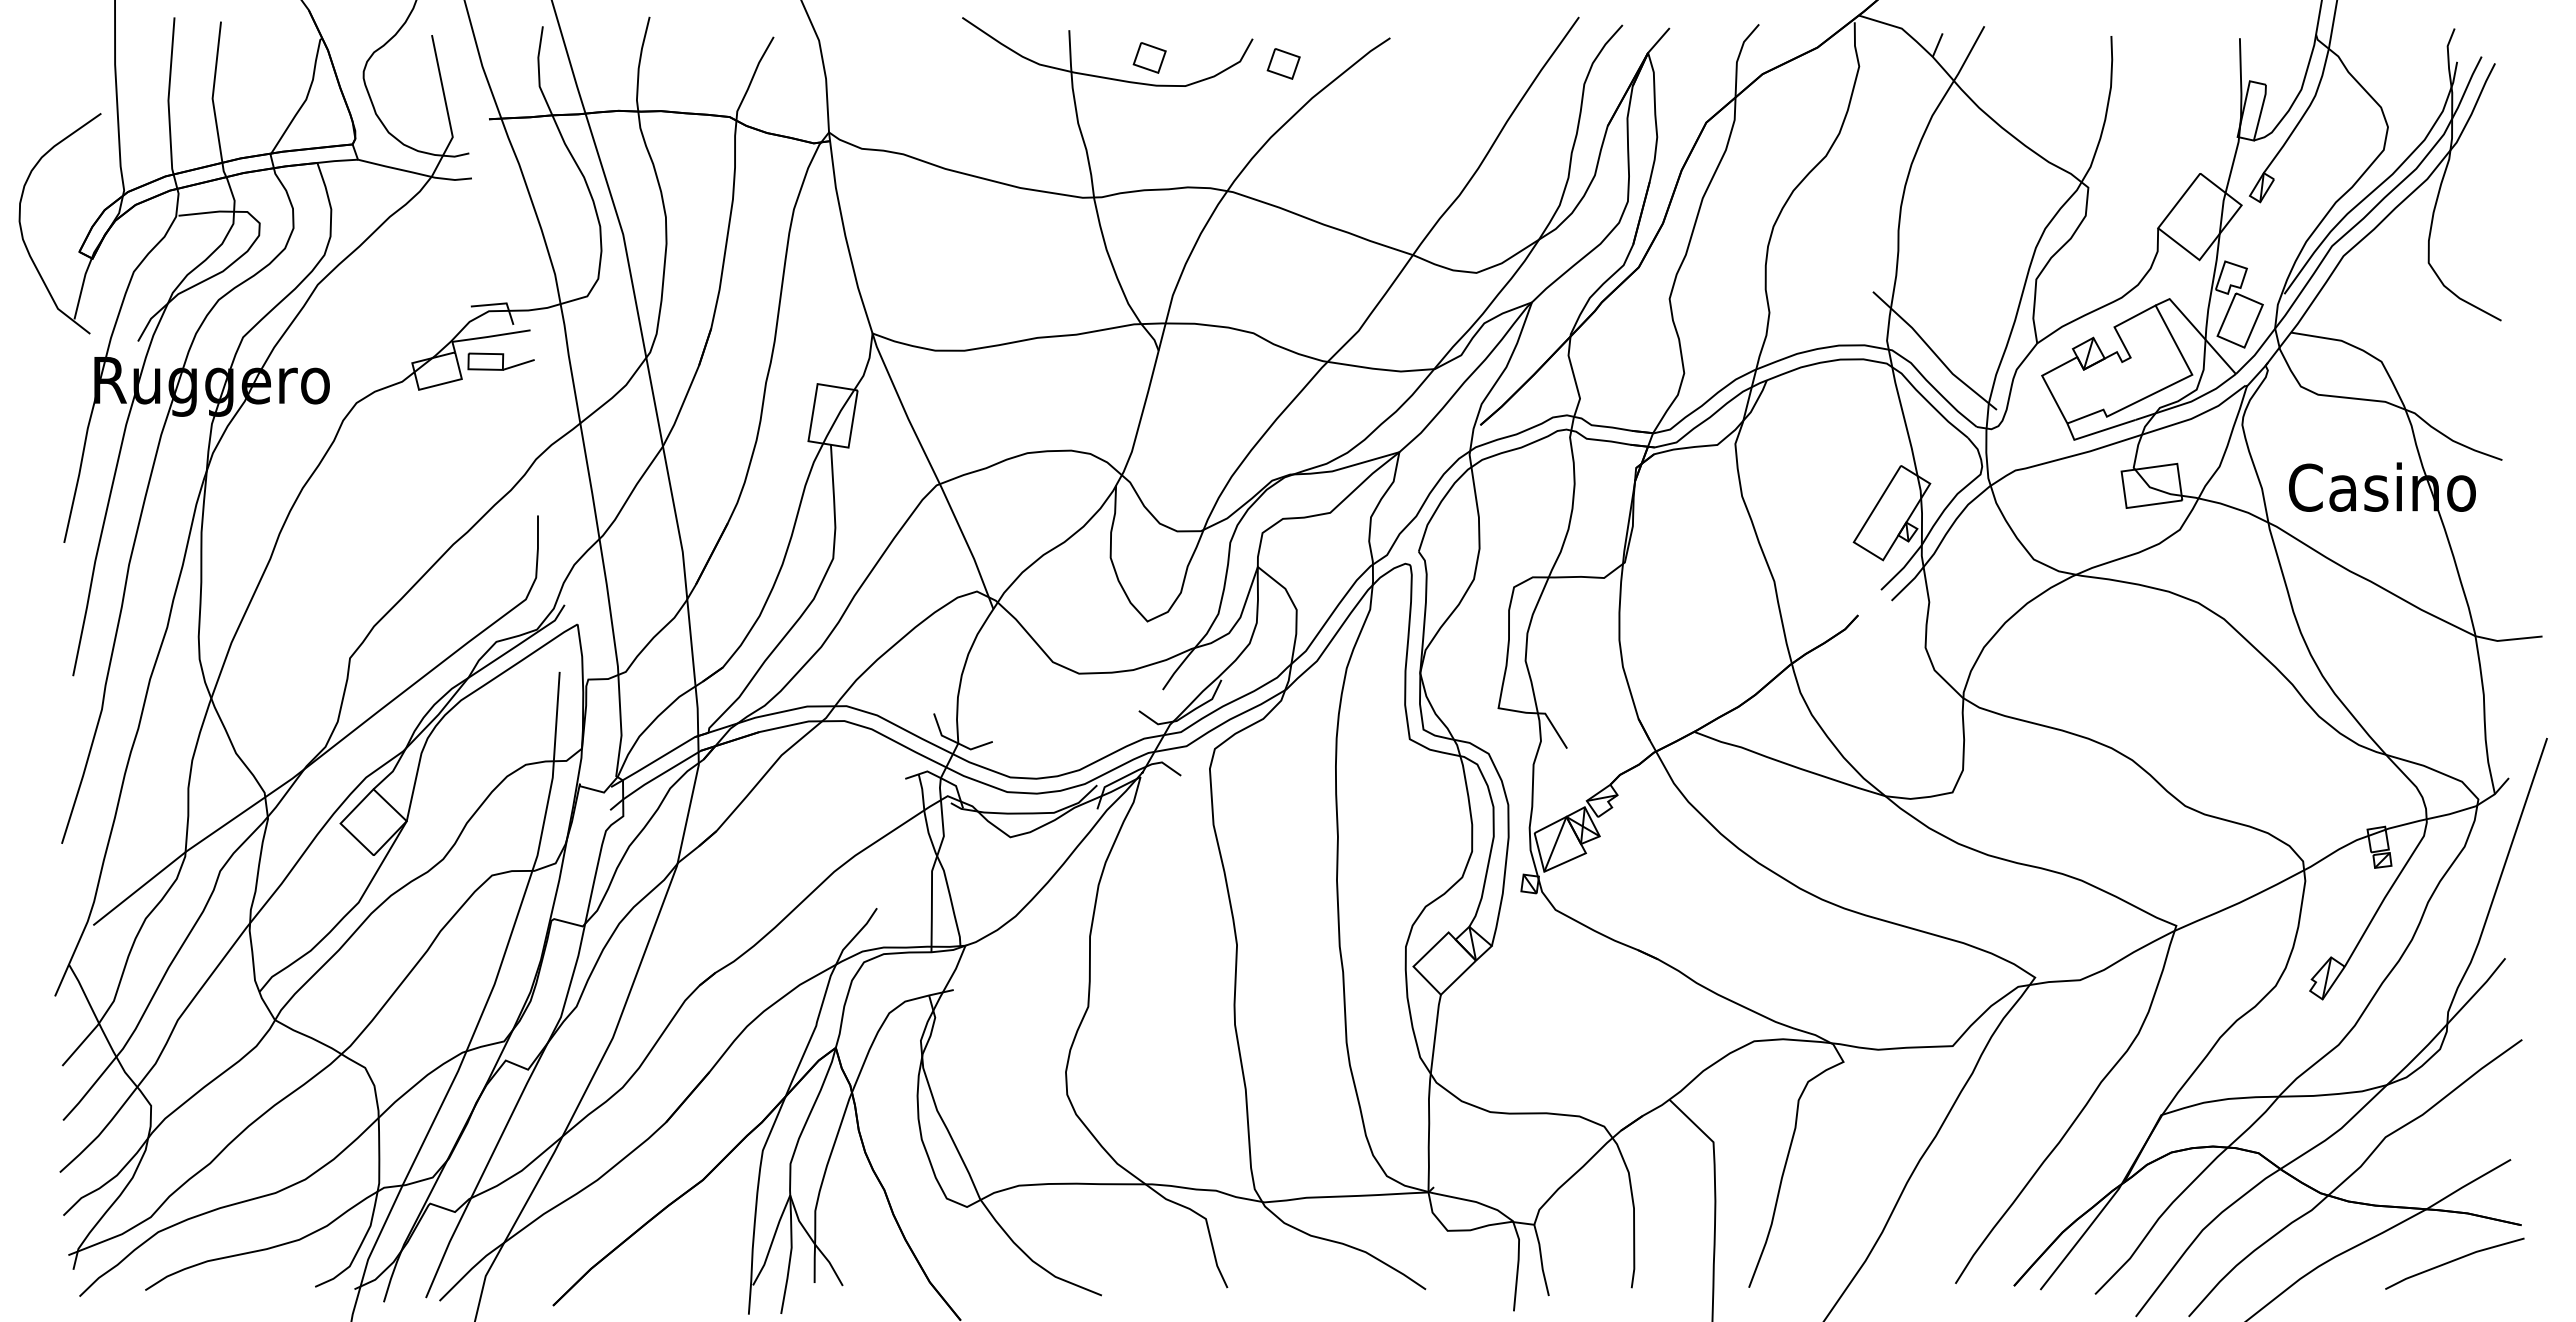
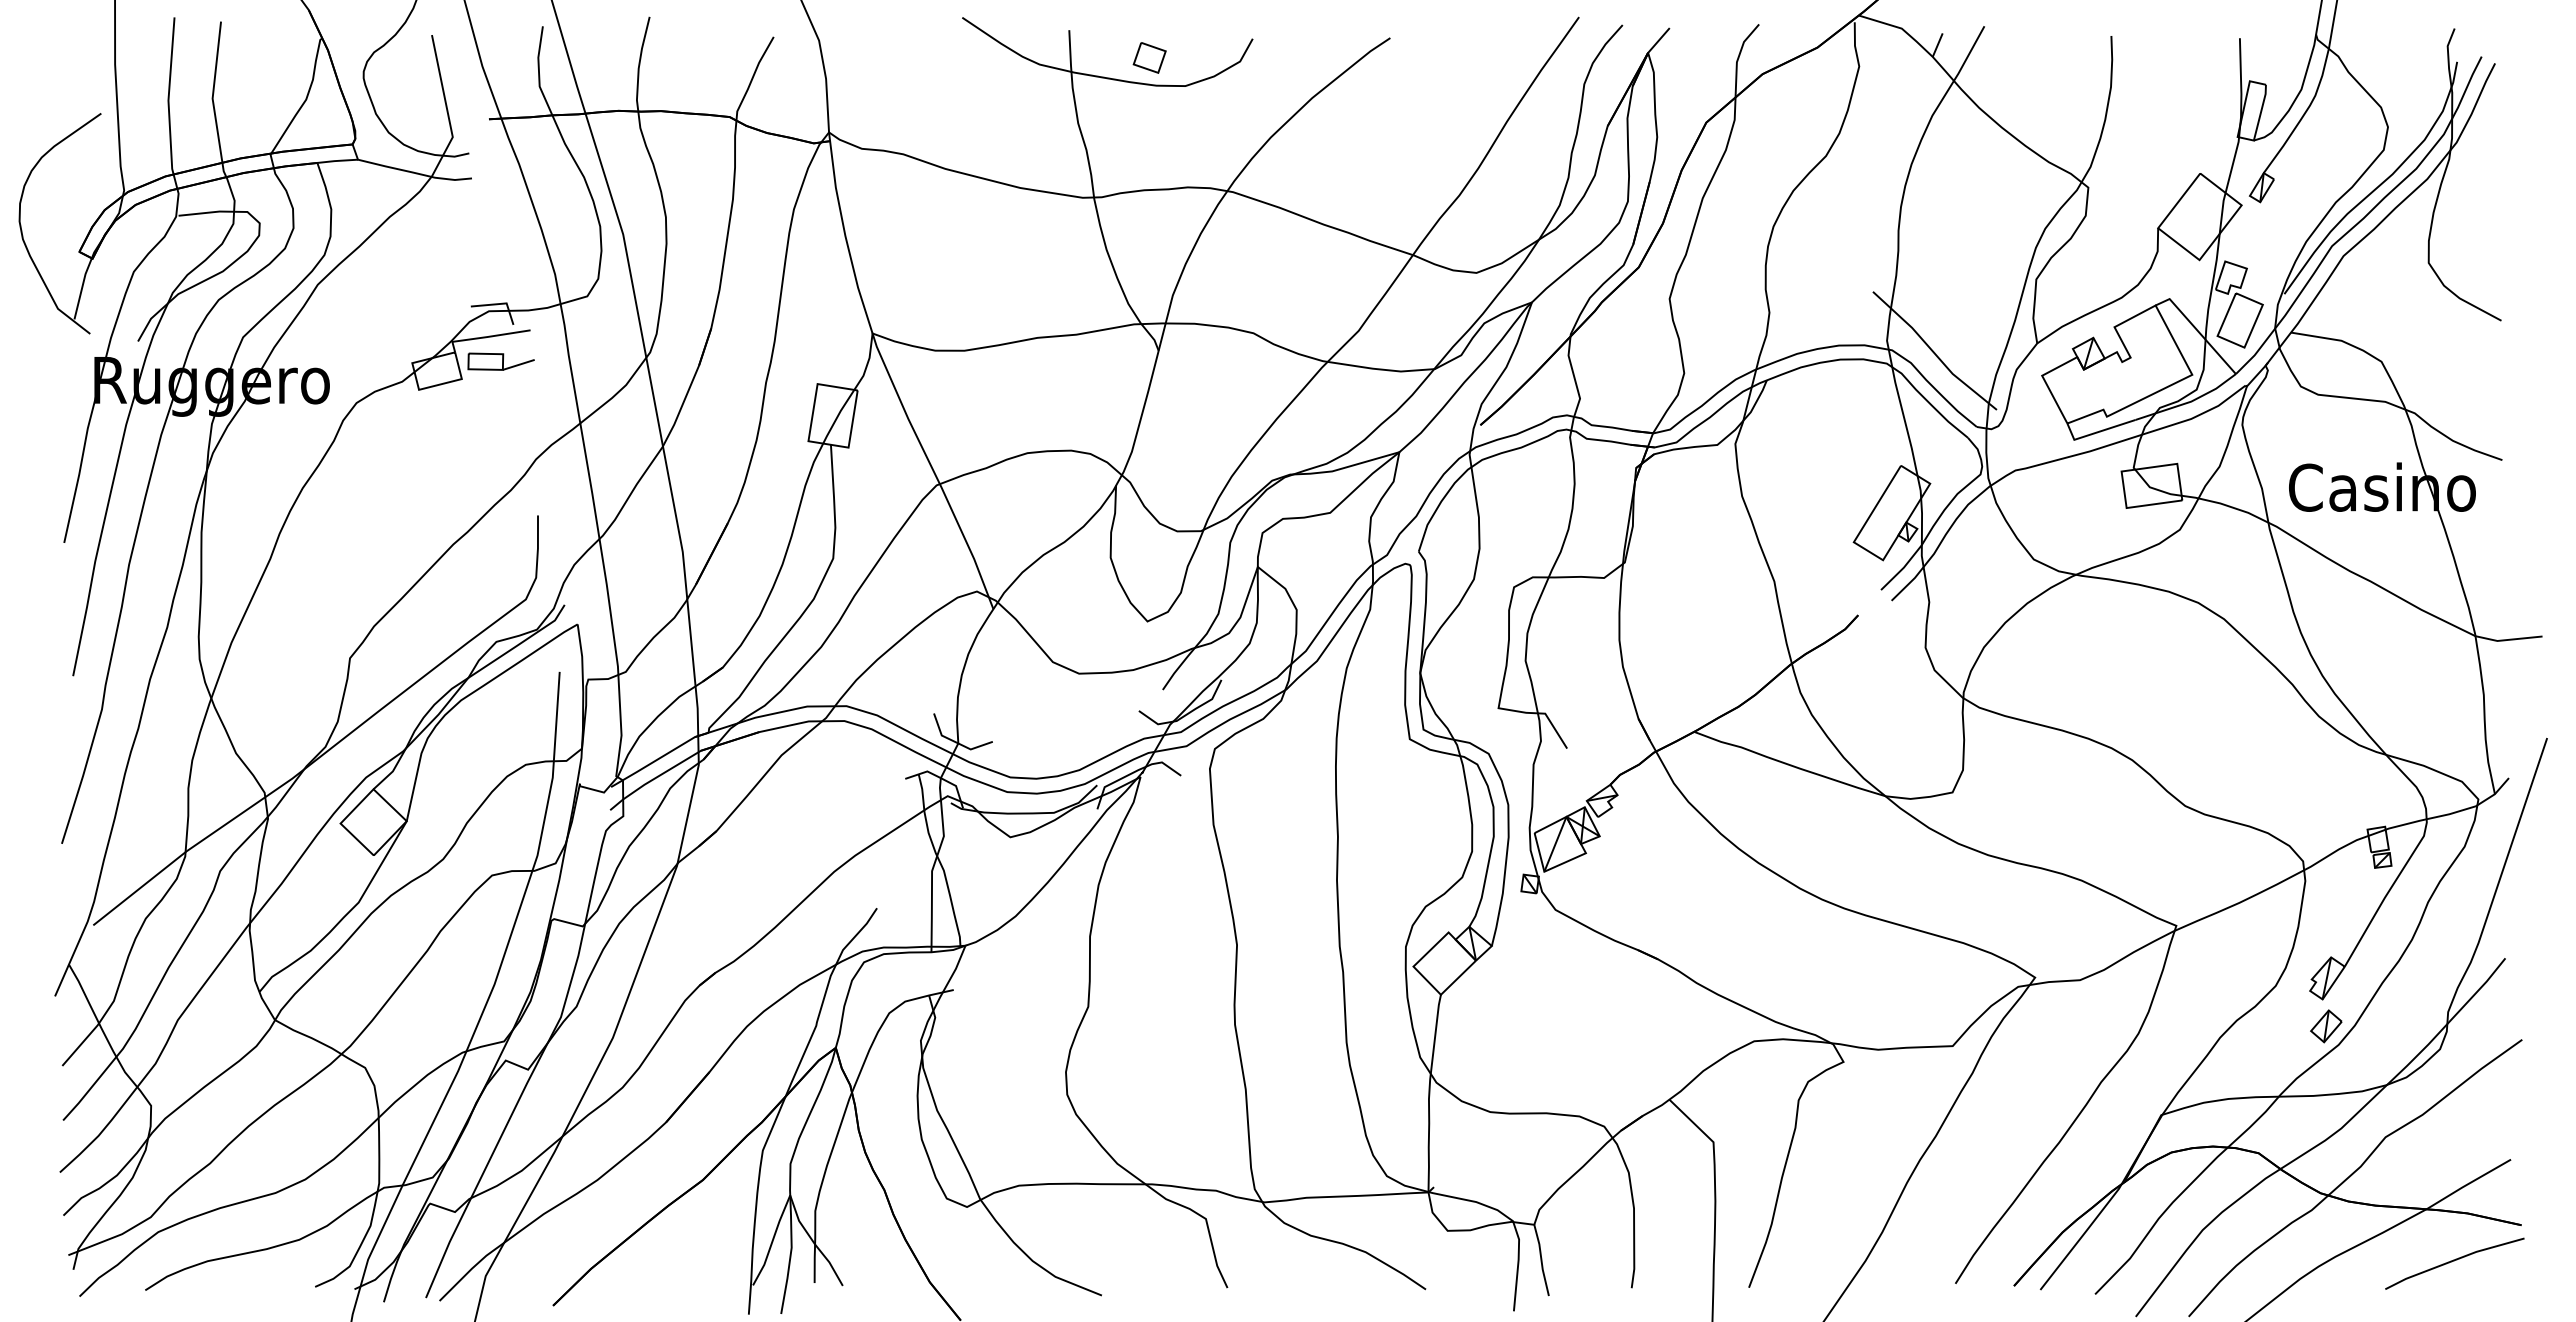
part at (1283, 63): present -> none
part at (2326, 1026): none -> present
